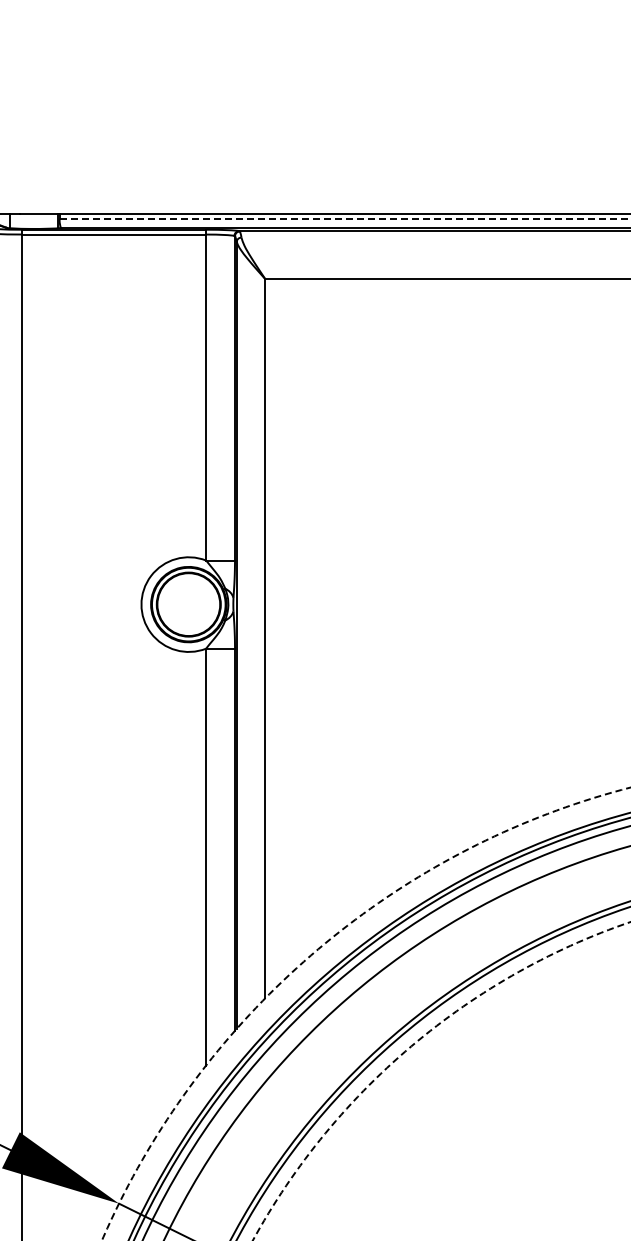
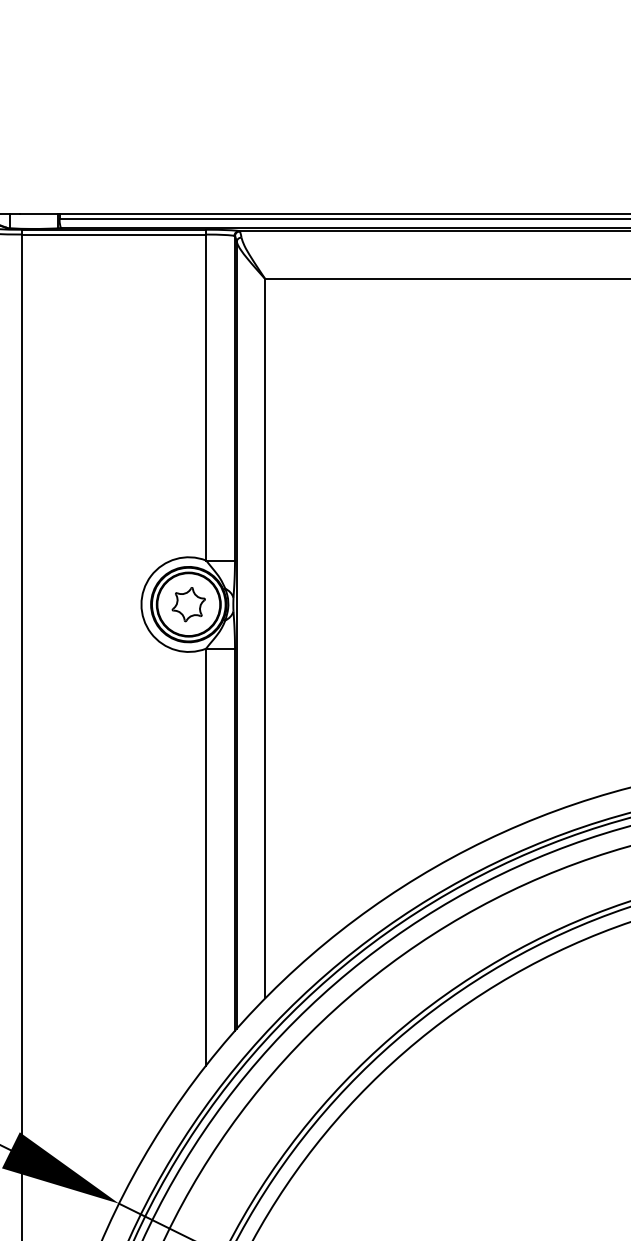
line at (345, 218): dashed -> solid
part at (188, 604): none -> present
arc at (315, 951): dashed -> solid
arc at (412, 1045): dashed -> solid
